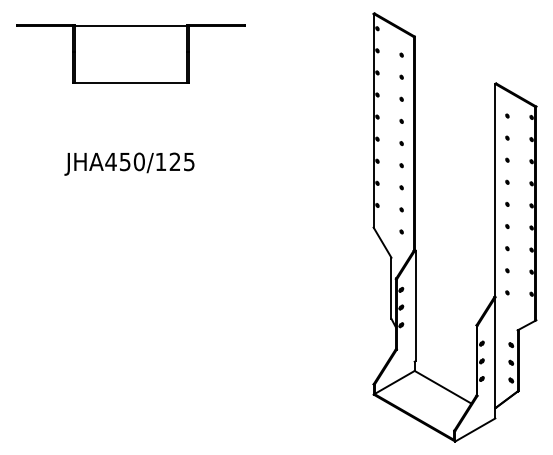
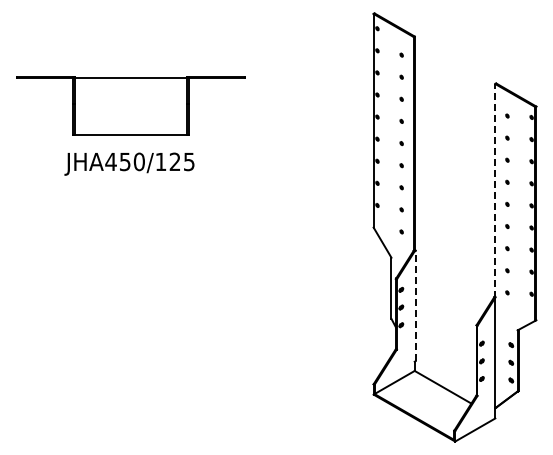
part at (130, 53) position: (130, 53) -> (130, 105)
line at (495, 190): solid -> dashed
line at (415, 305): solid -> dashed
